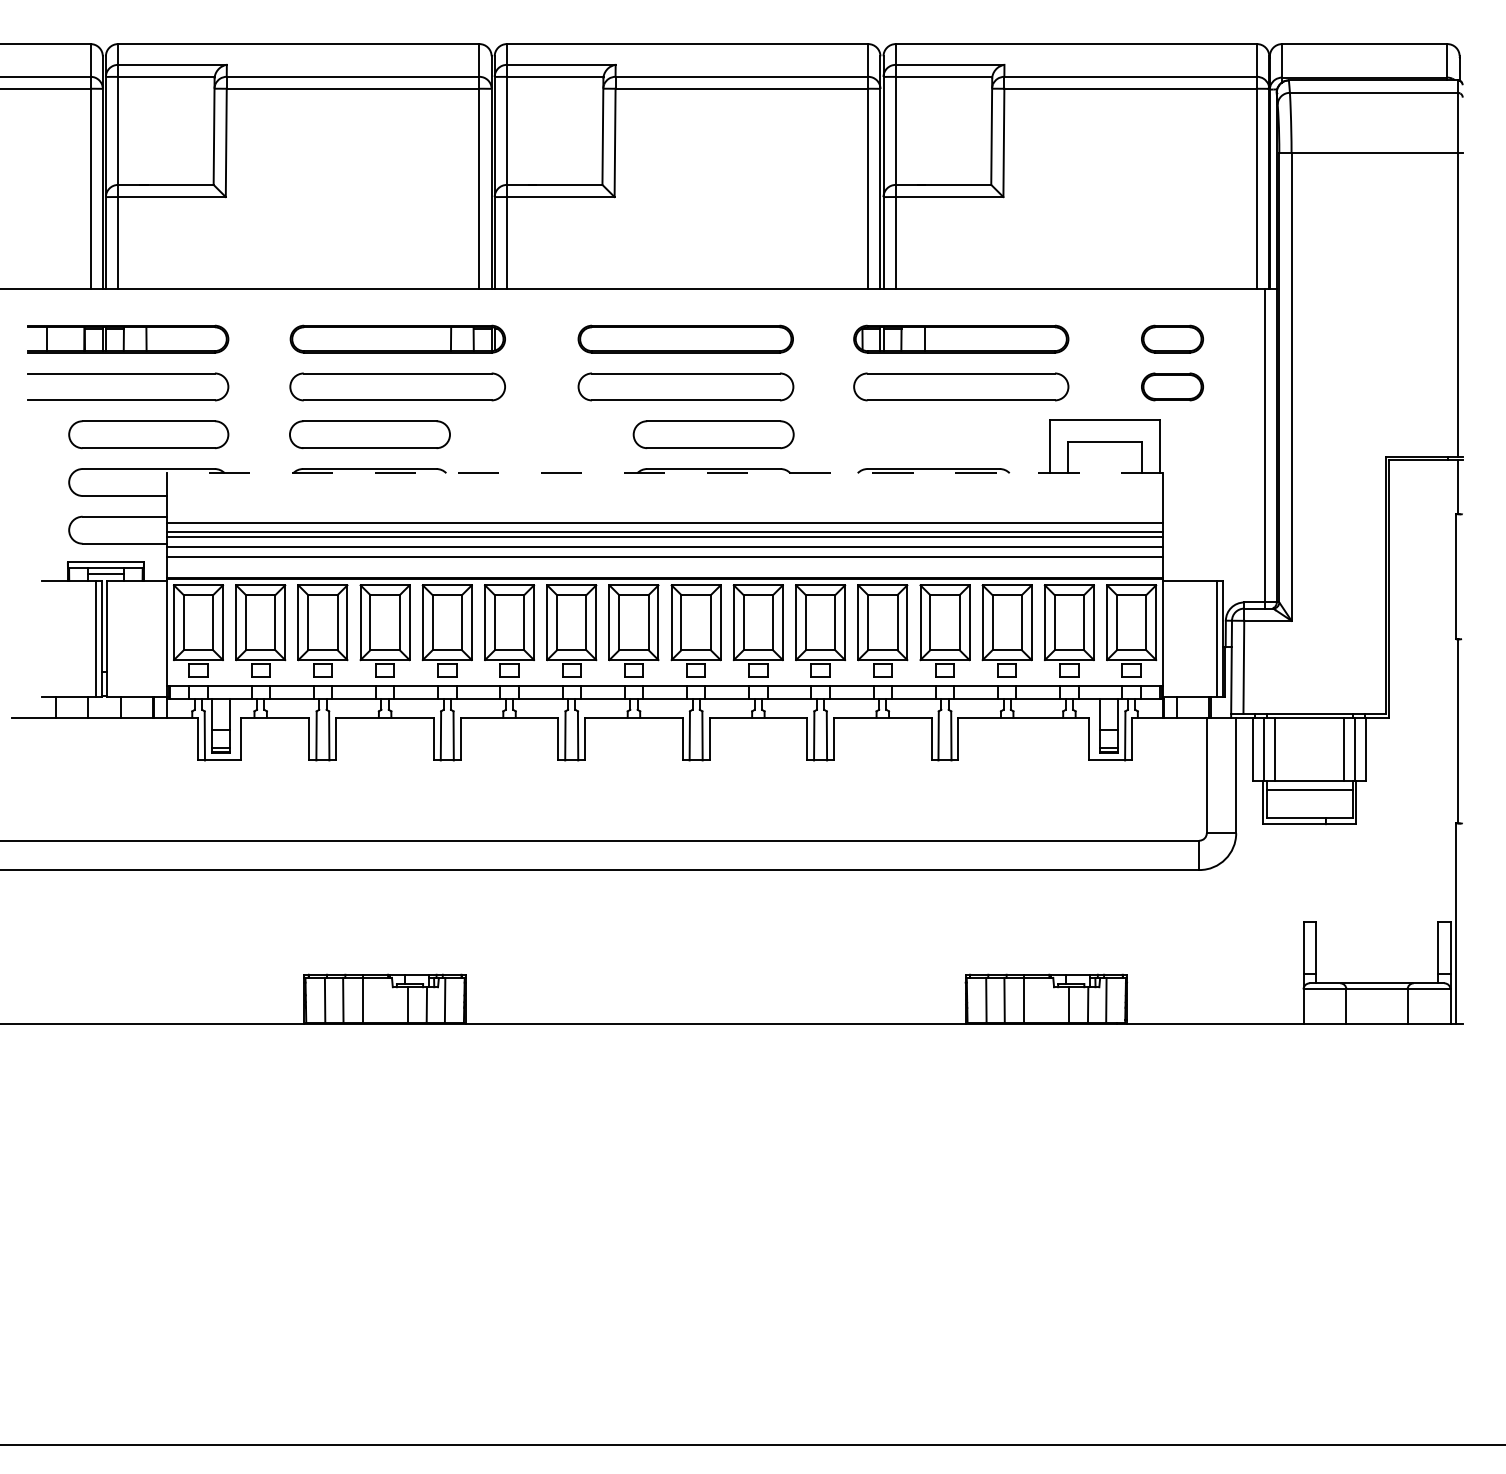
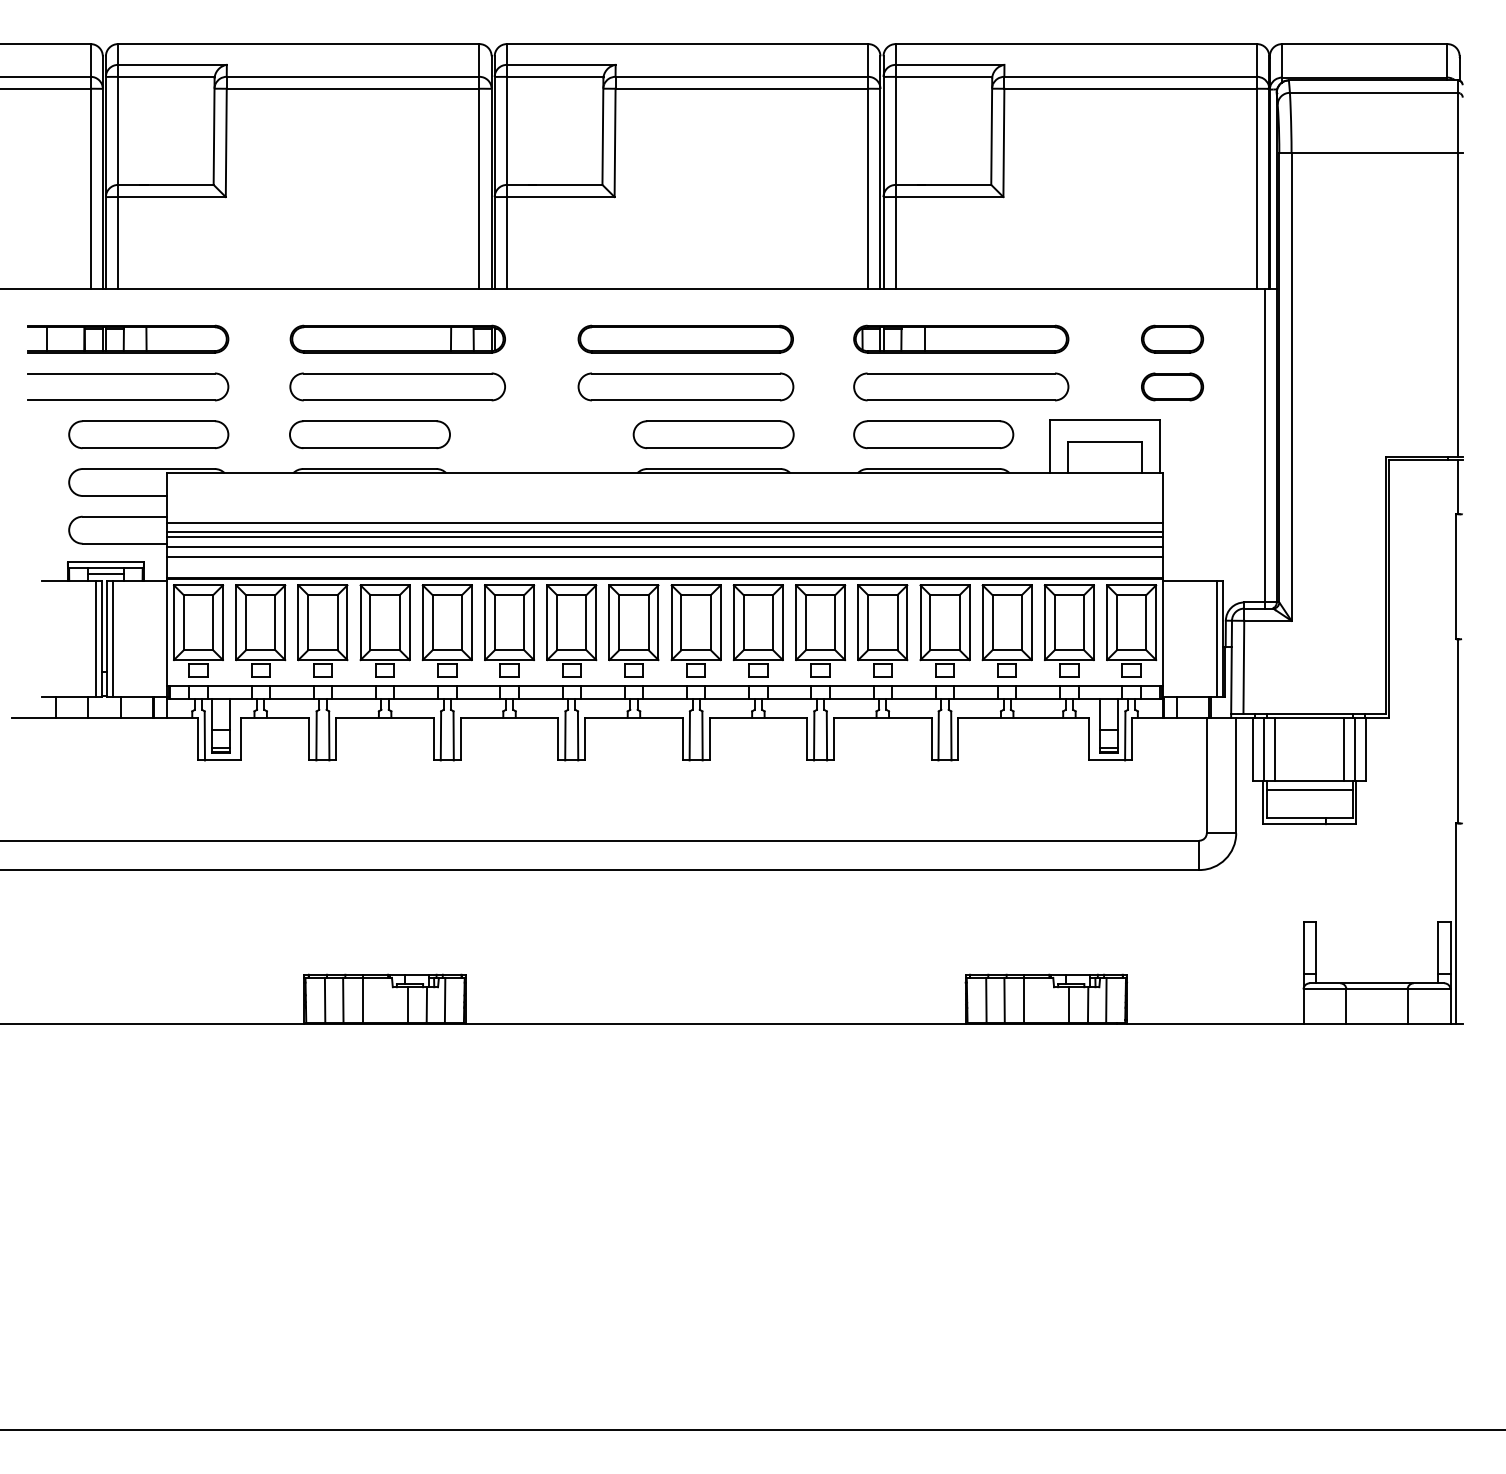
part at (933, 434): none -> present
line at (665, 473): dashed -> solid
line at (112, 639): none -> present
line at (752, 1444) position: (752, 1444) -> (752, 1429)
